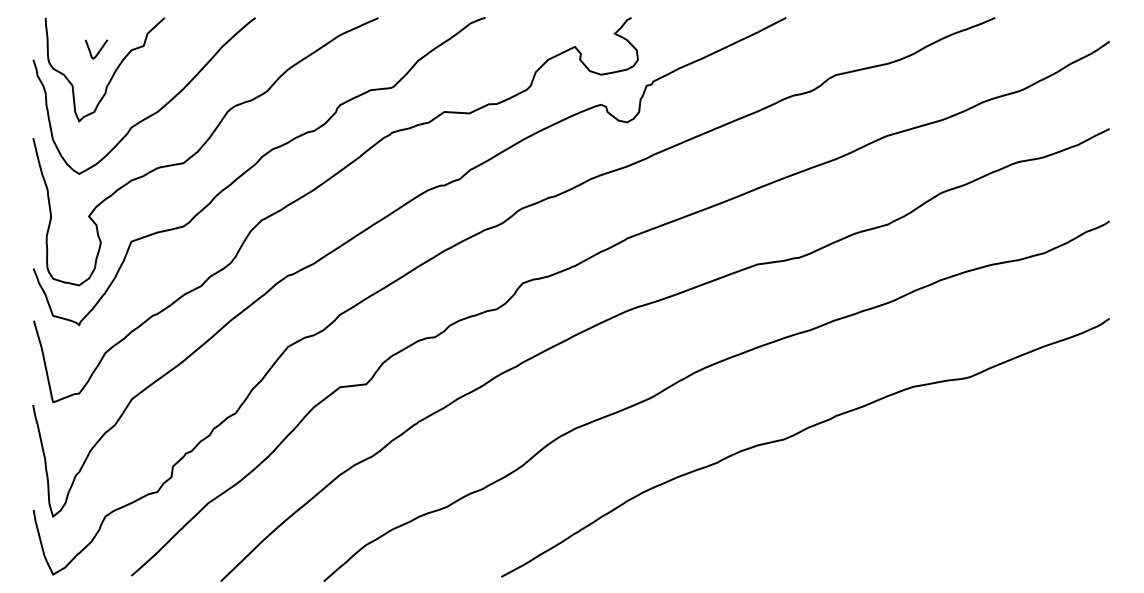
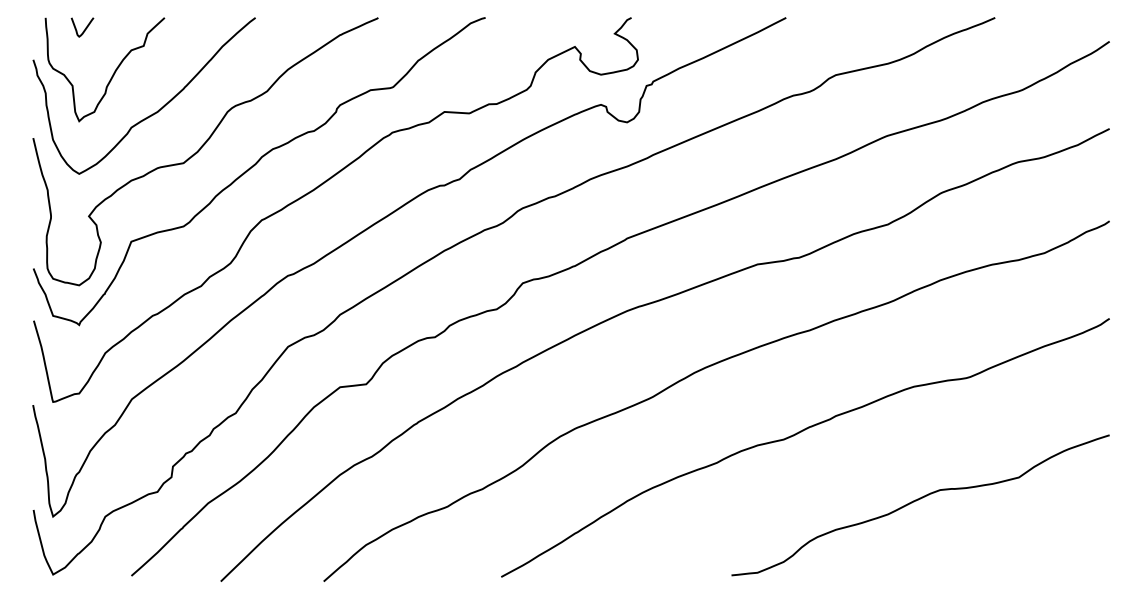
curve at (98, 51) position: (98, 51) -> (84, 29)
curve at (918, 500): none -> present
